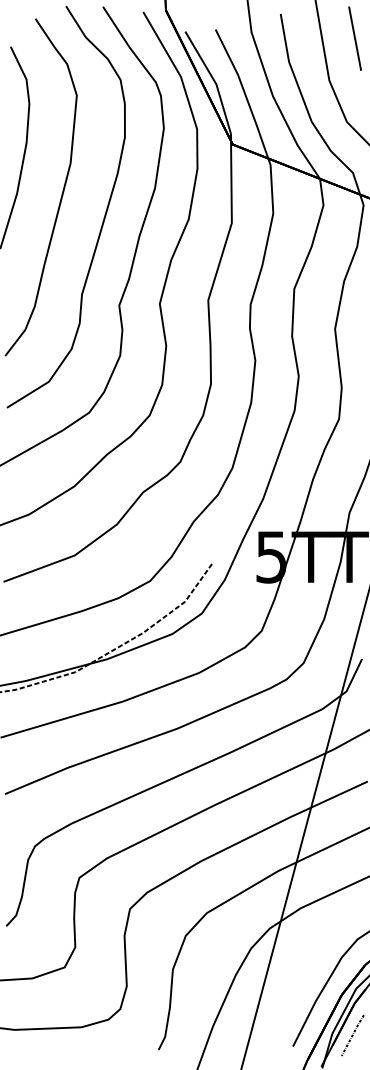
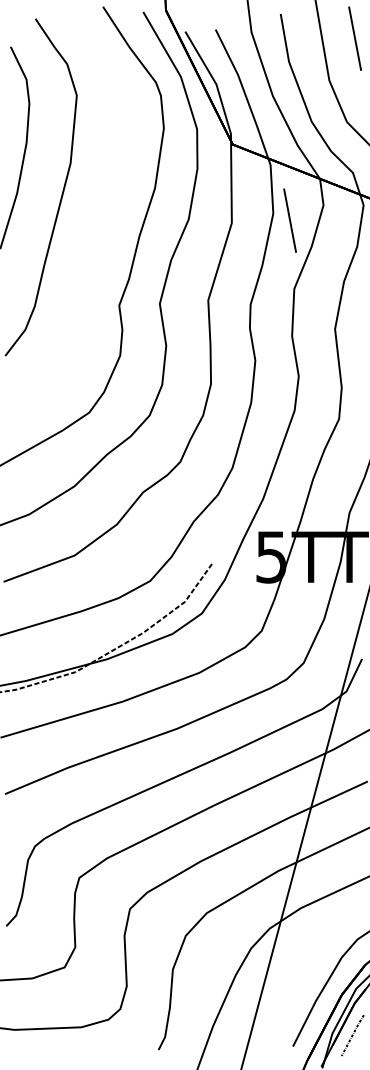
curve at (103, 217): present -> none
line at (289, 220): none -> present
